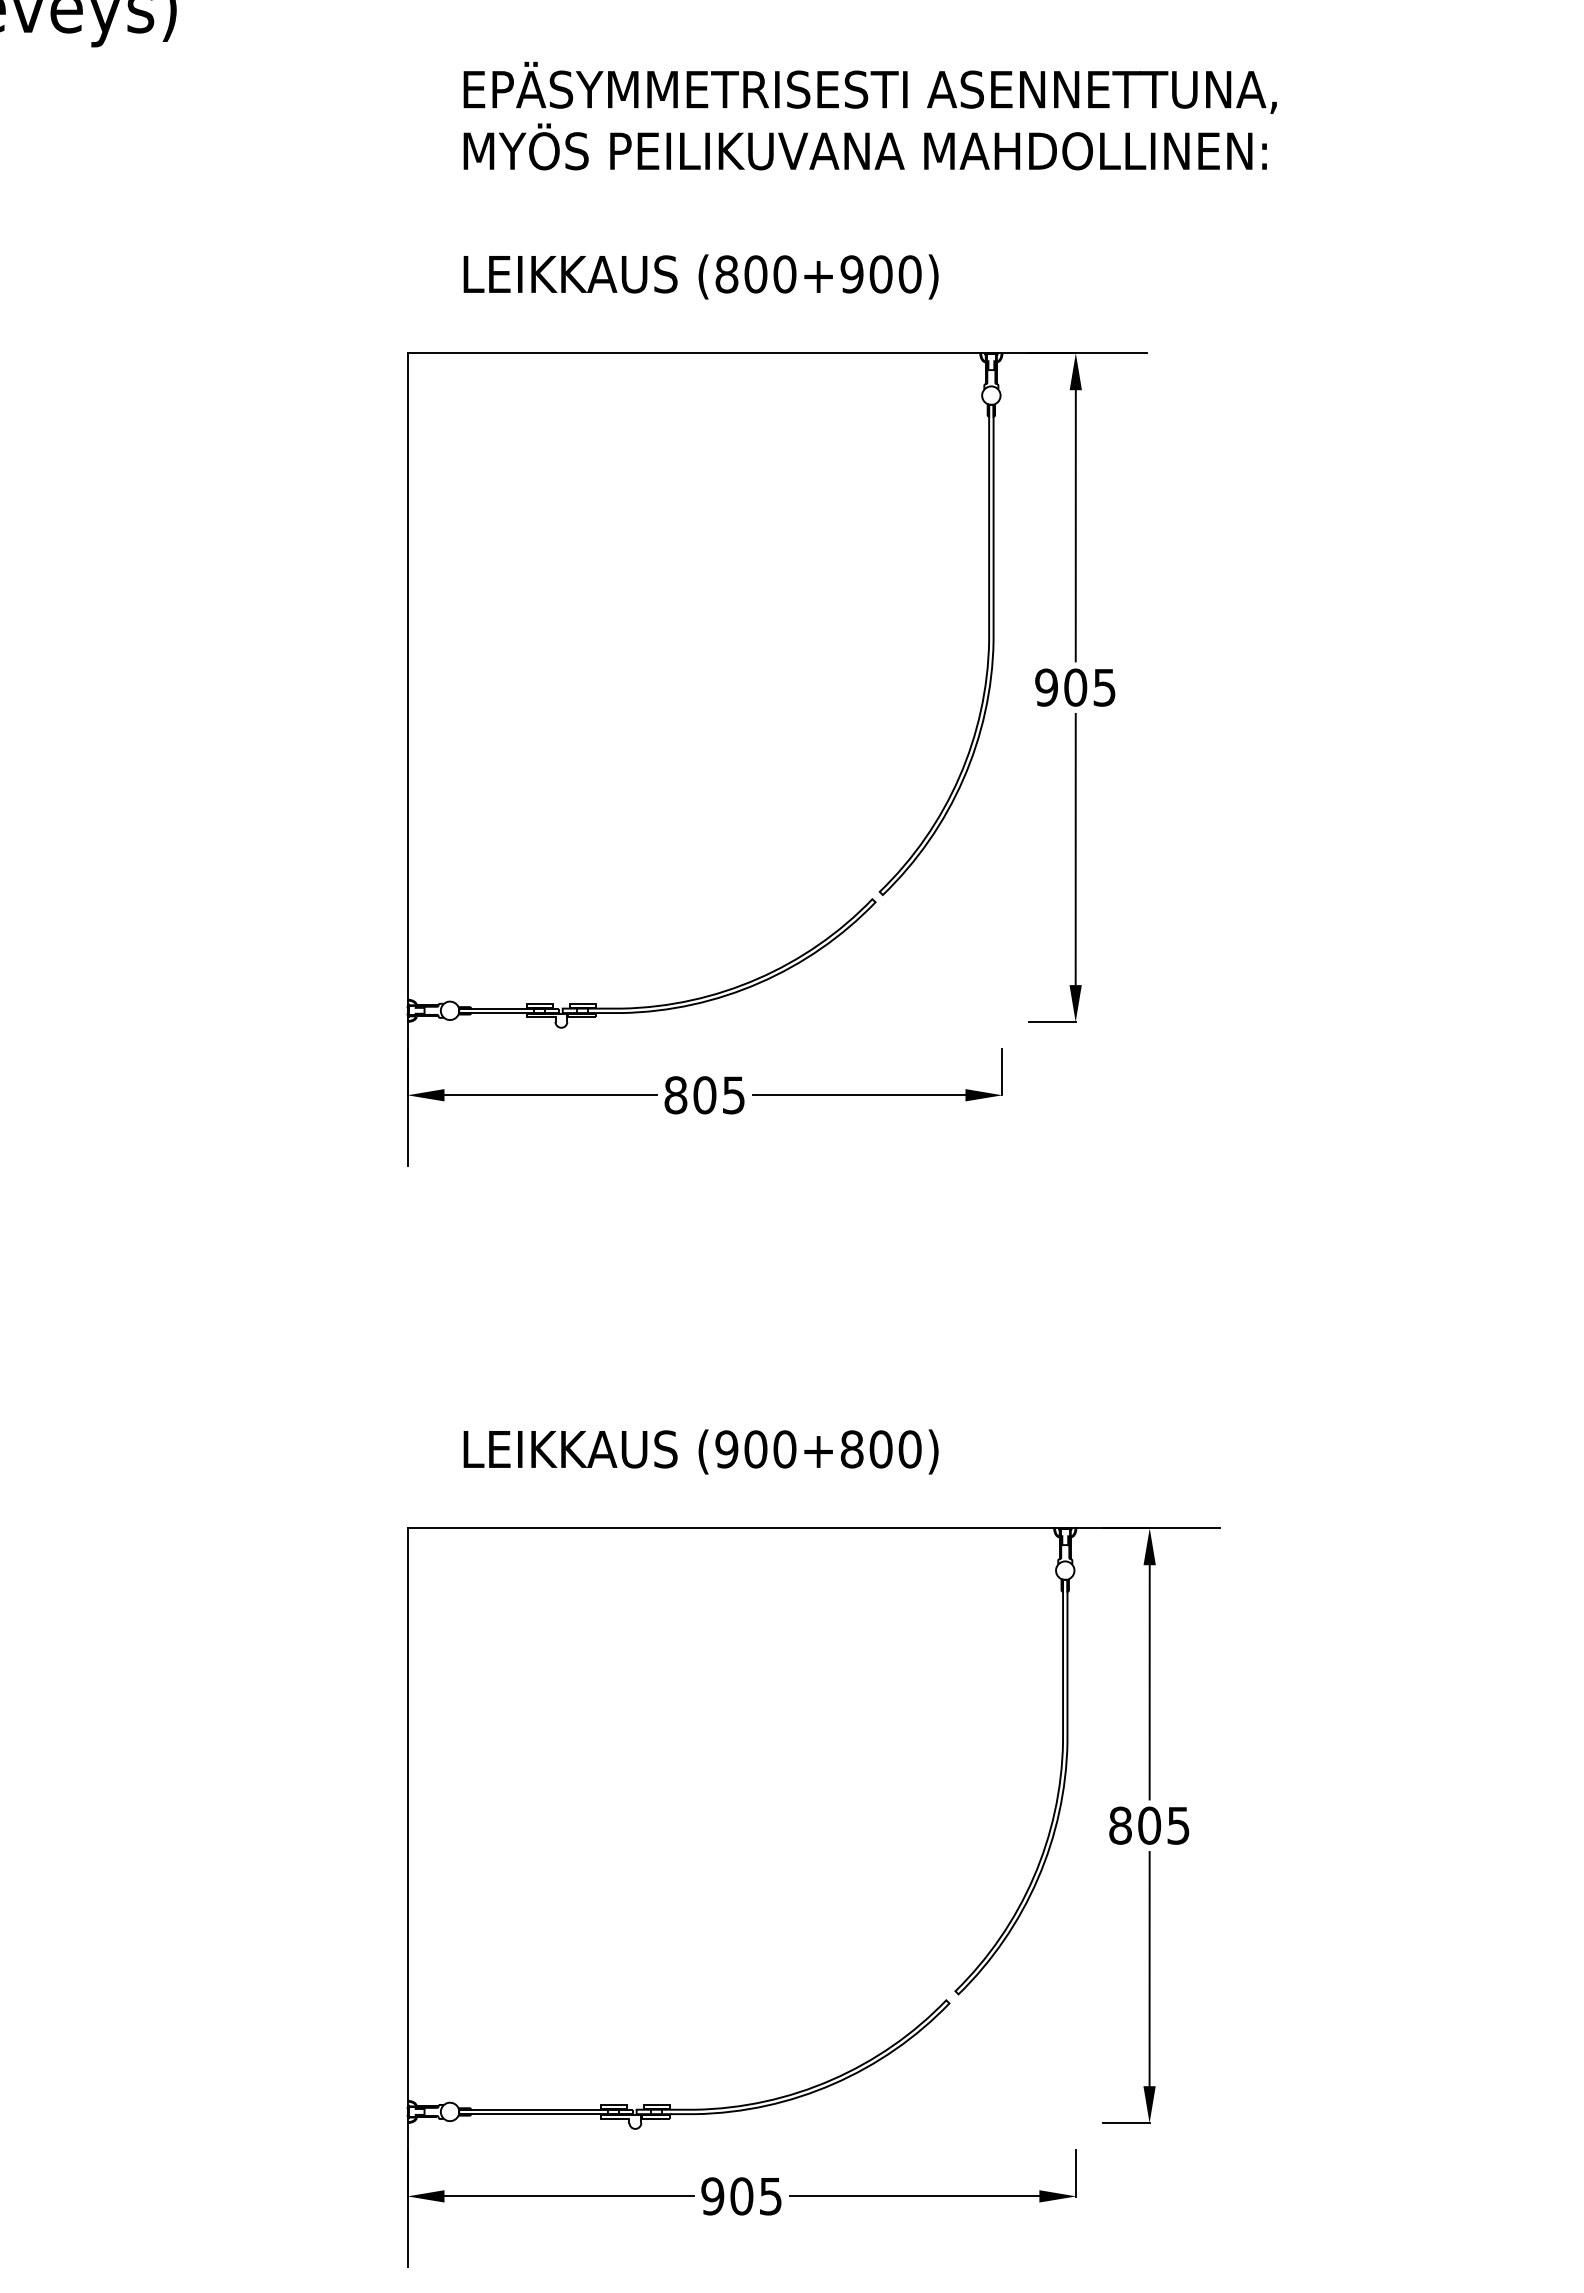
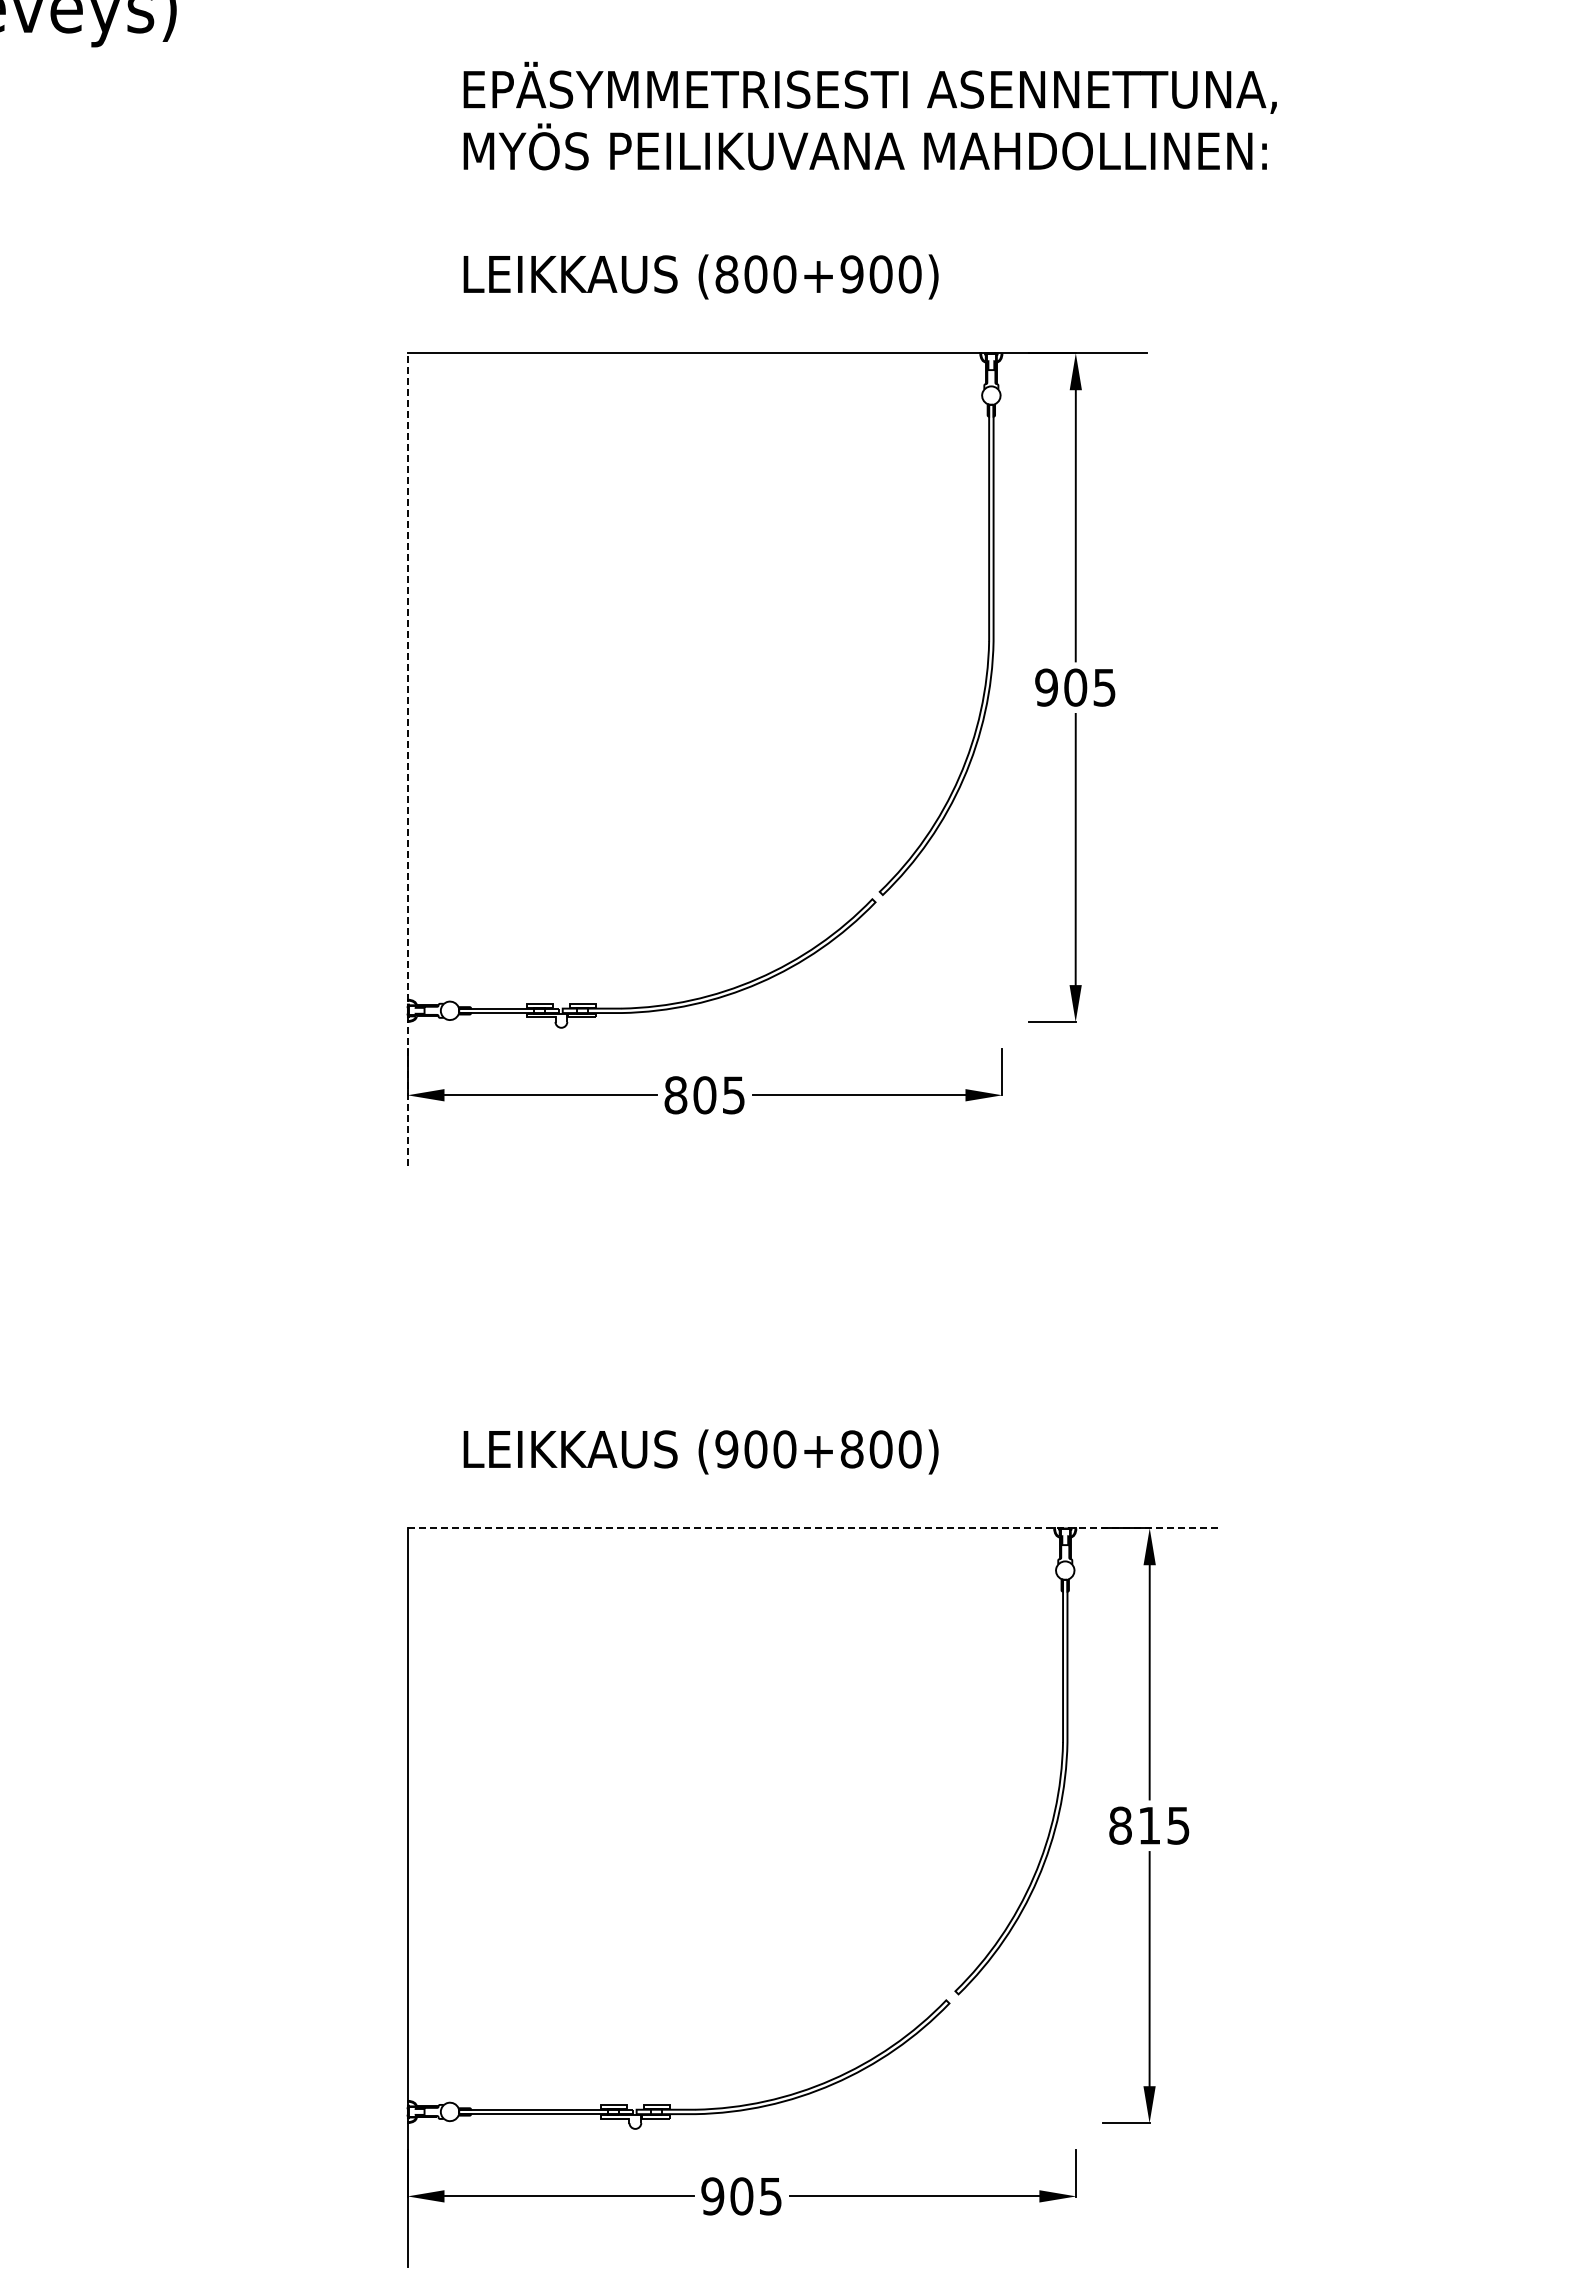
line at (407, 759): solid -> dashed
line at (814, 1528): solid -> dashed
text at (1149, 1825): 805 -> 815
